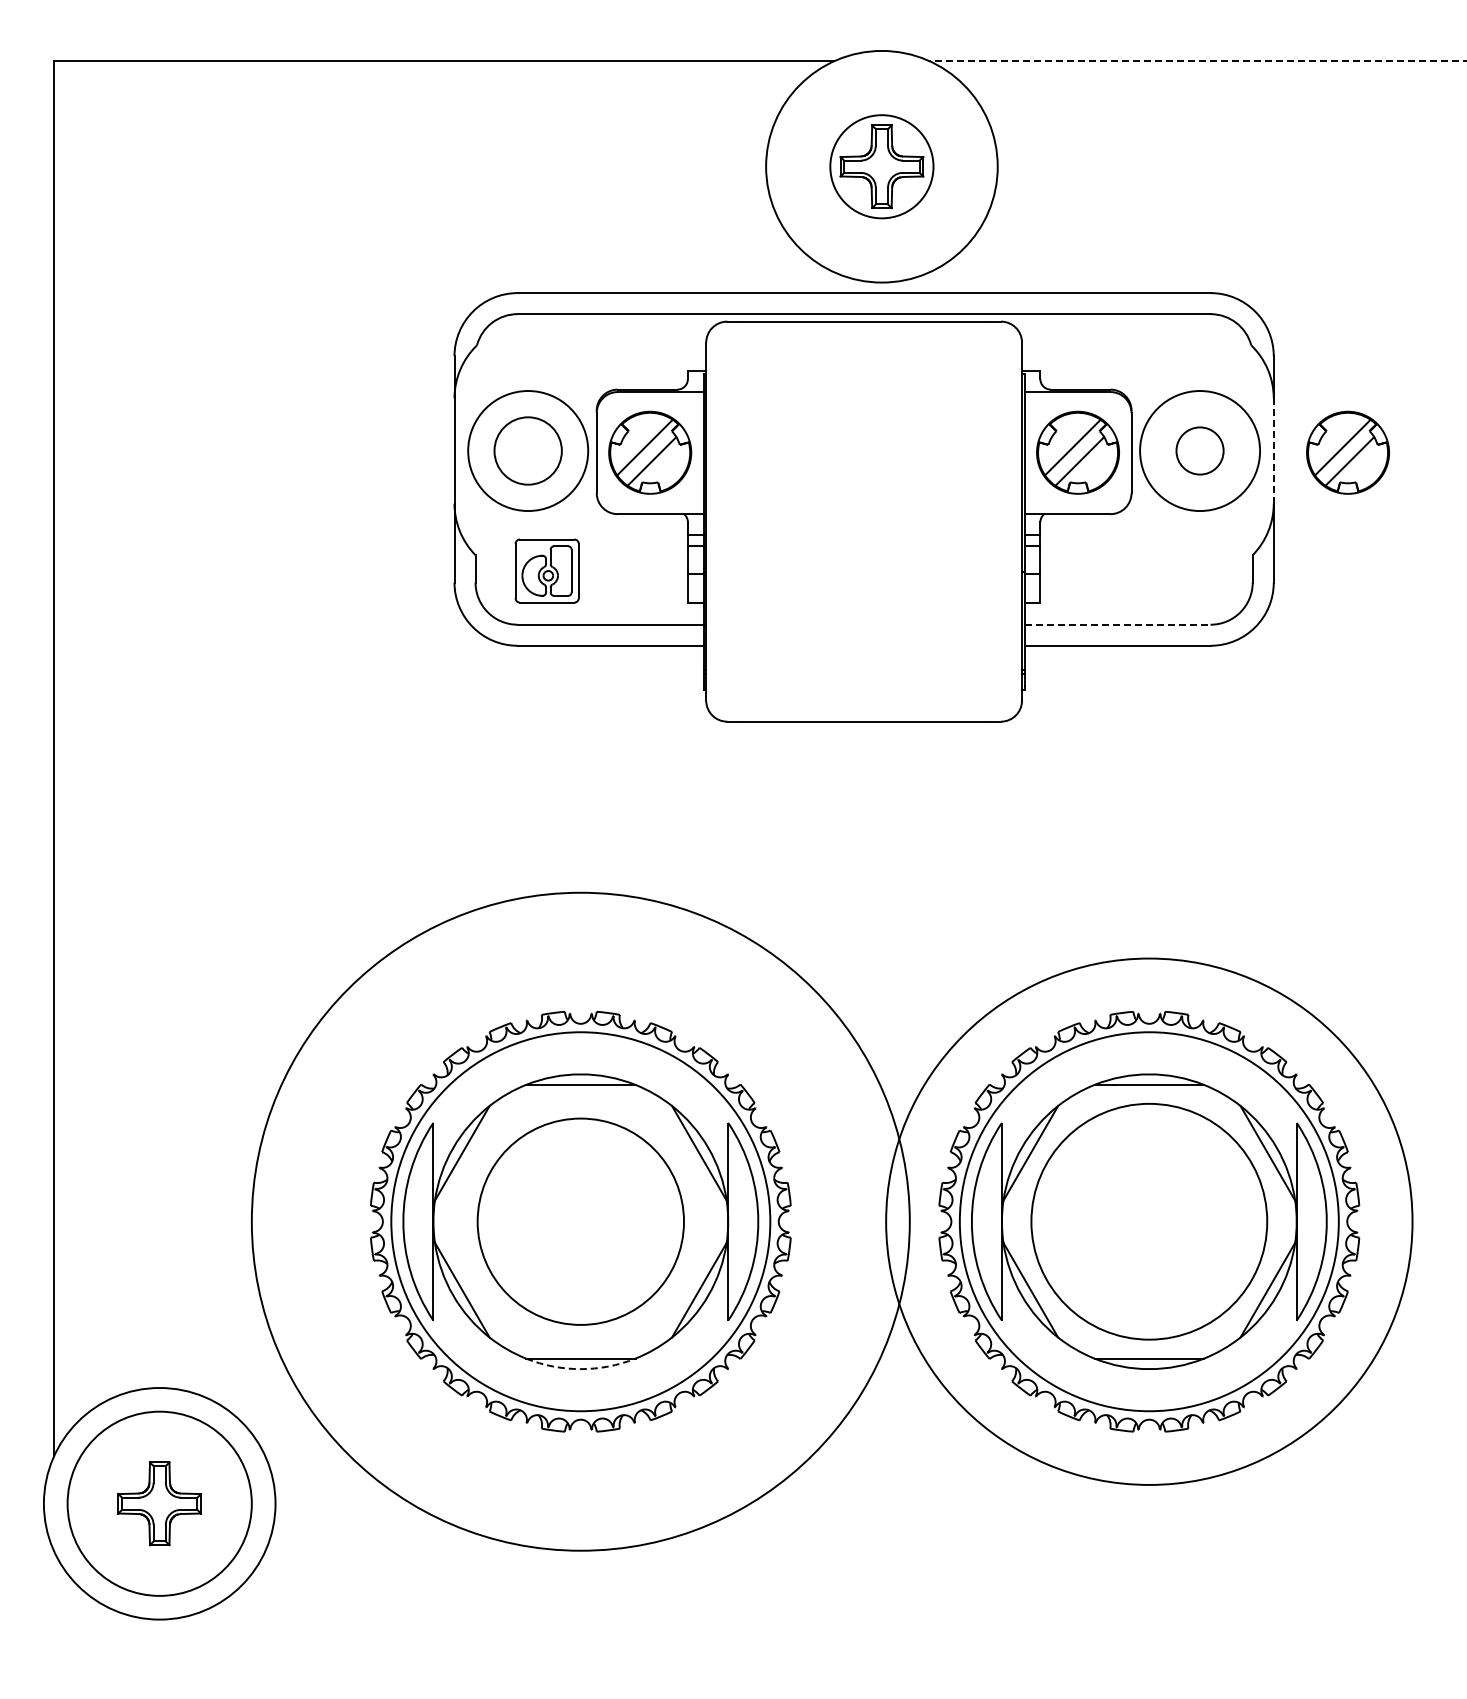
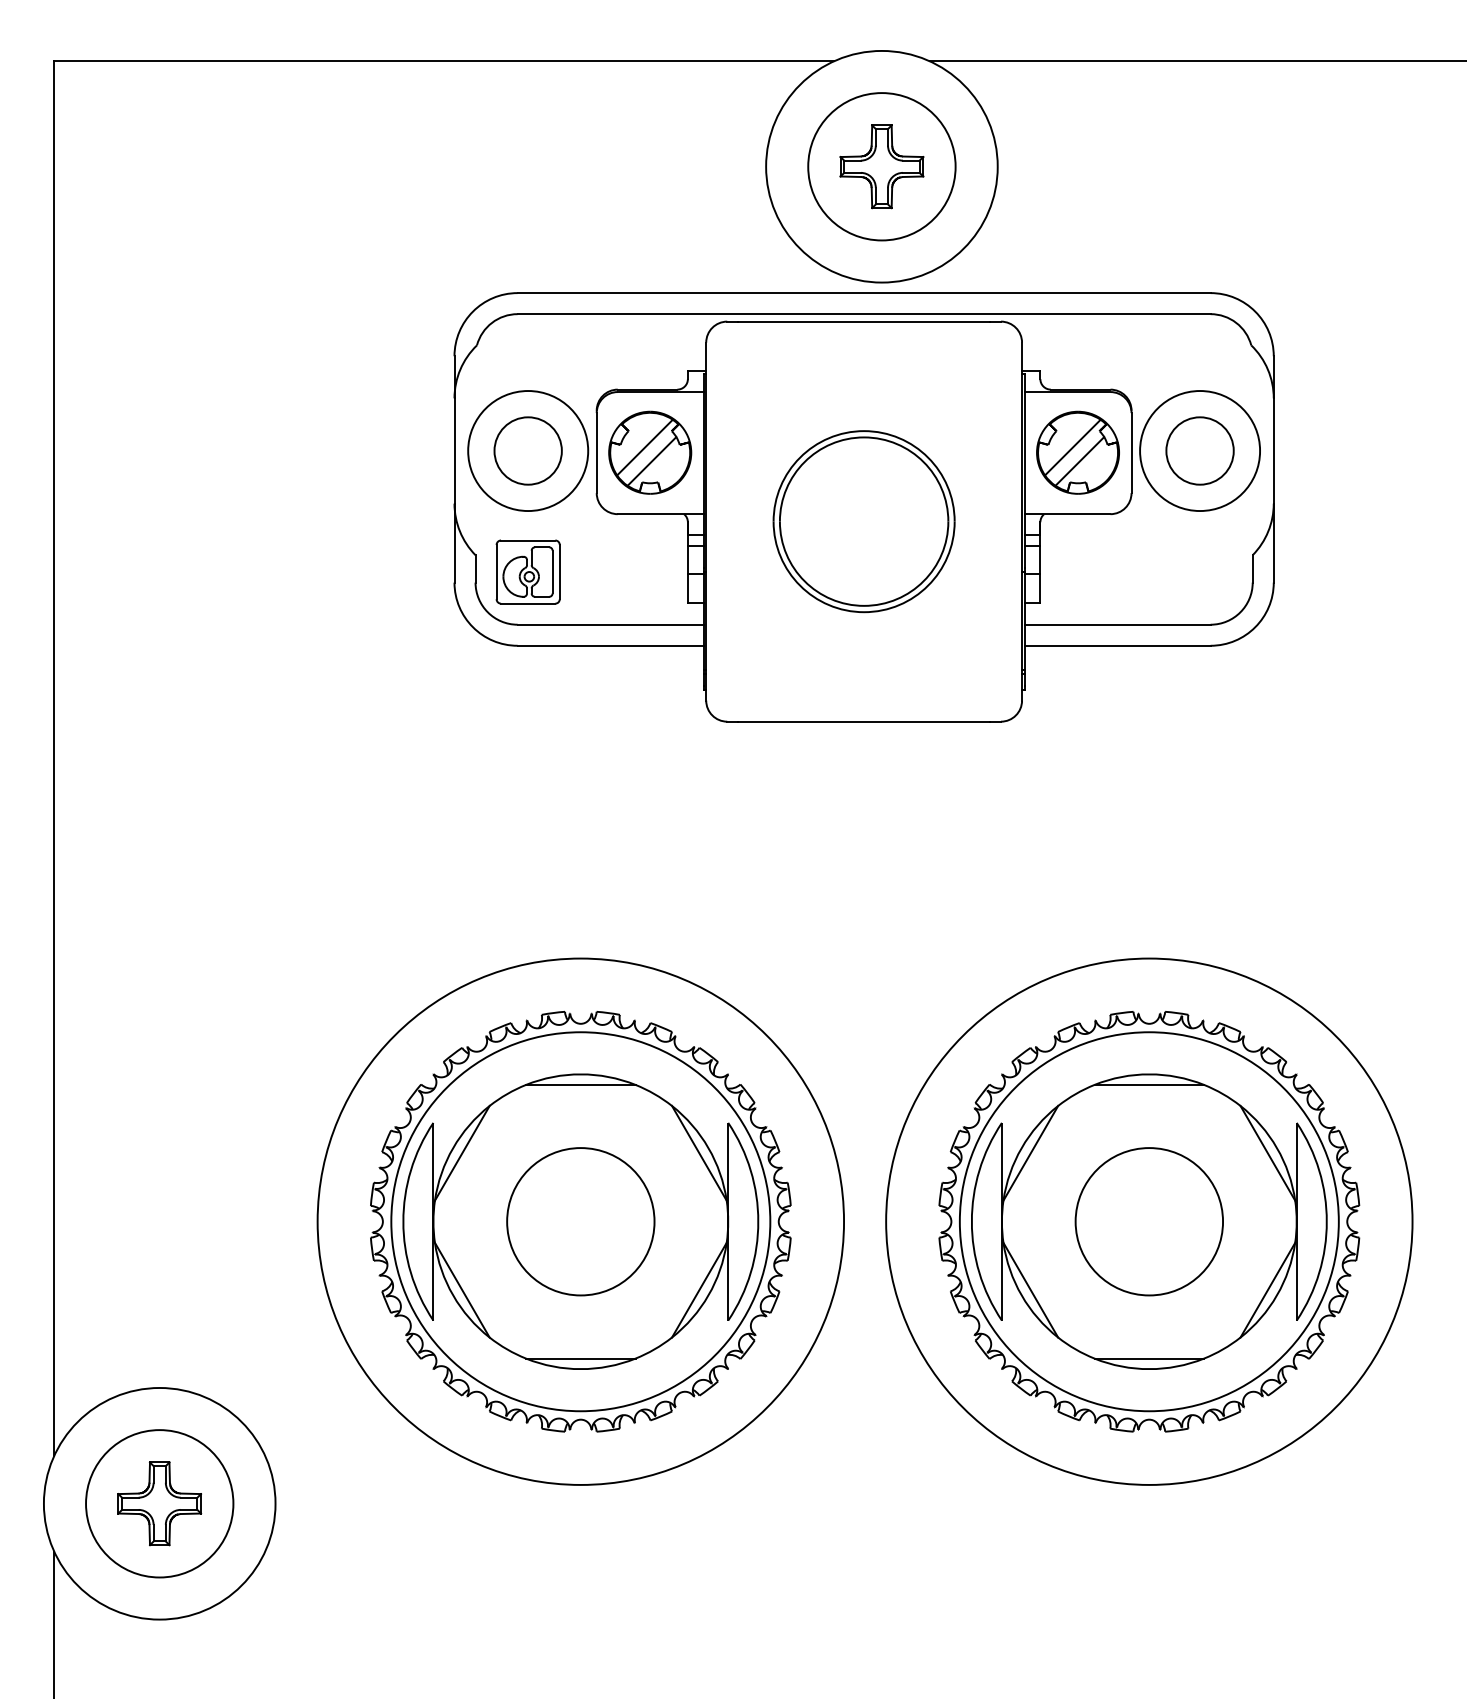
line at (1198, 61): dashed -> solid
circle at (881, 166) diameter: 103 px -> 147 px
part at (1199, 450) size: 50x50 px -> 70x70 px
line at (1273, 451): dashed -> solid
part at (1347, 452): present -> none
part at (863, 521): none -> present
part at (546, 570) position: (546, 570) -> (527, 571)
line at (1118, 624): dashed -> solid
circle at (580, 1221) diameter: 206 px -> 147 px
circle at (580, 1221) diameter: 658 px -> 526 px
circle at (1149, 1221) diameter: 236 px -> 147 px
arc at (580, 1369): dashed -> solid
circle at (159, 1503) diameter: 184 px -> 147 px
line at (54, 1623): none -> present
